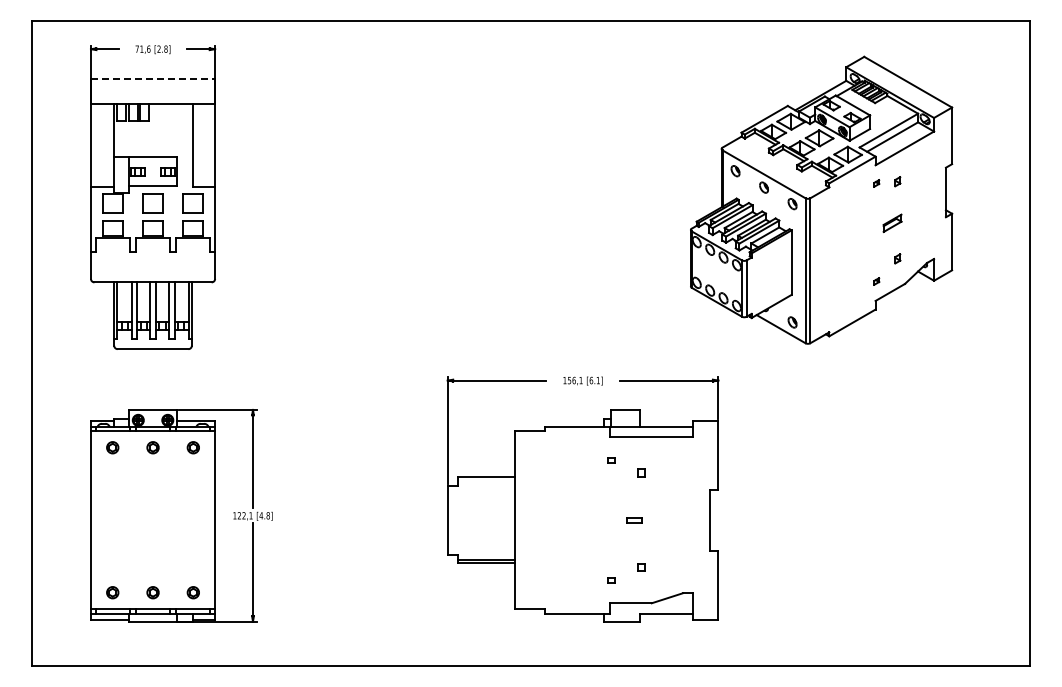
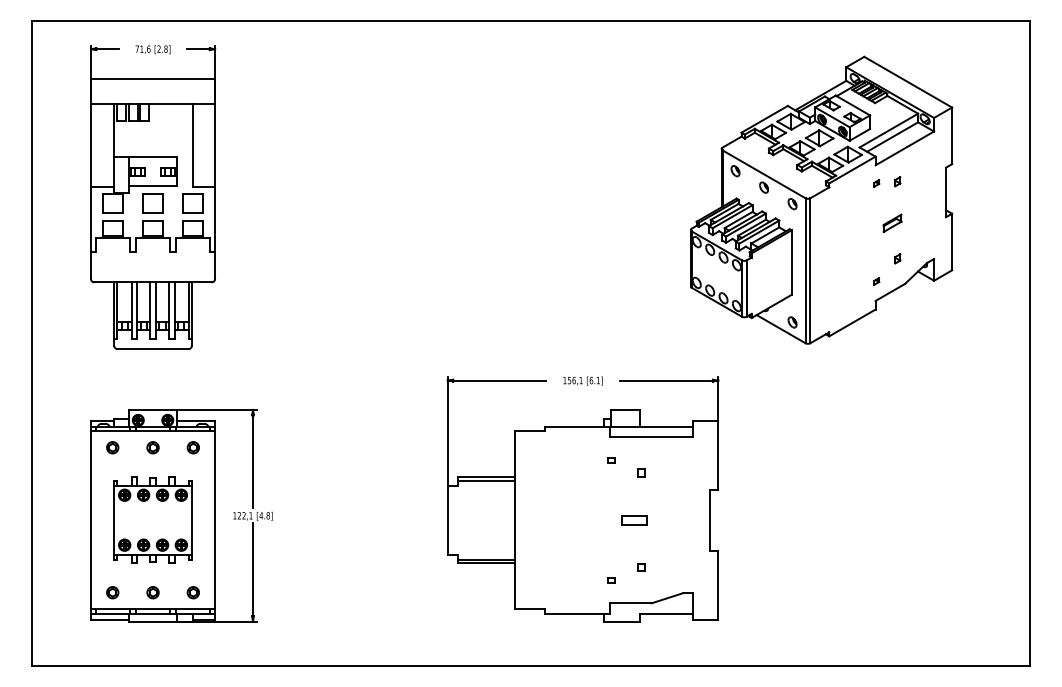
line at (153, 78): dashed -> solid
line at (486, 480): none -> present
part at (152, 519): none -> present
part at (634, 520) size: 17x7 px -> 27x11 px
